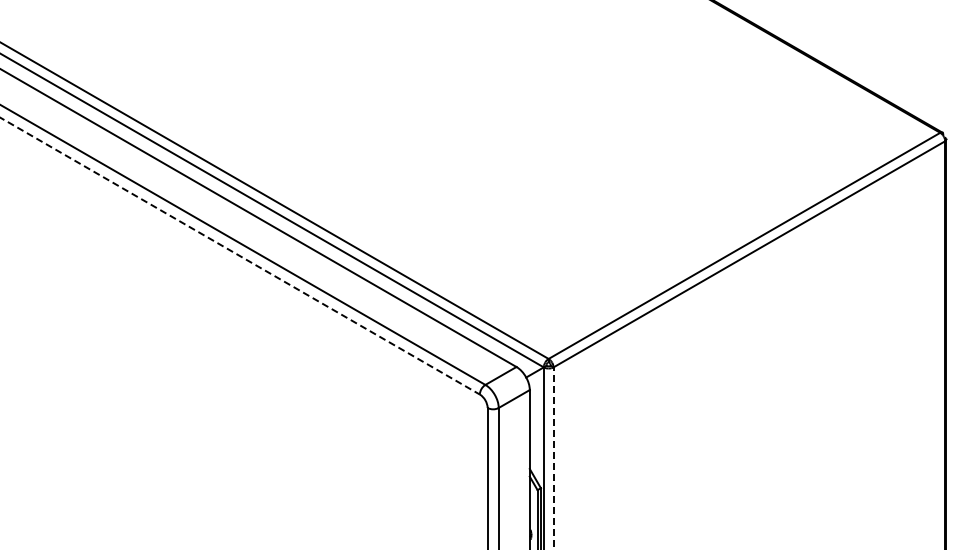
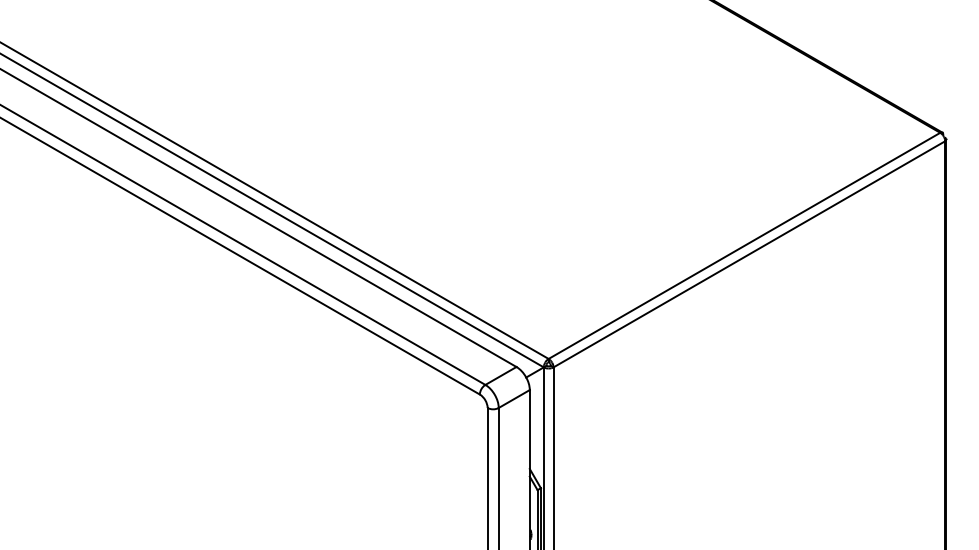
line at (240, 256): dashed -> solid
line at (553, 458): dashed -> solid
